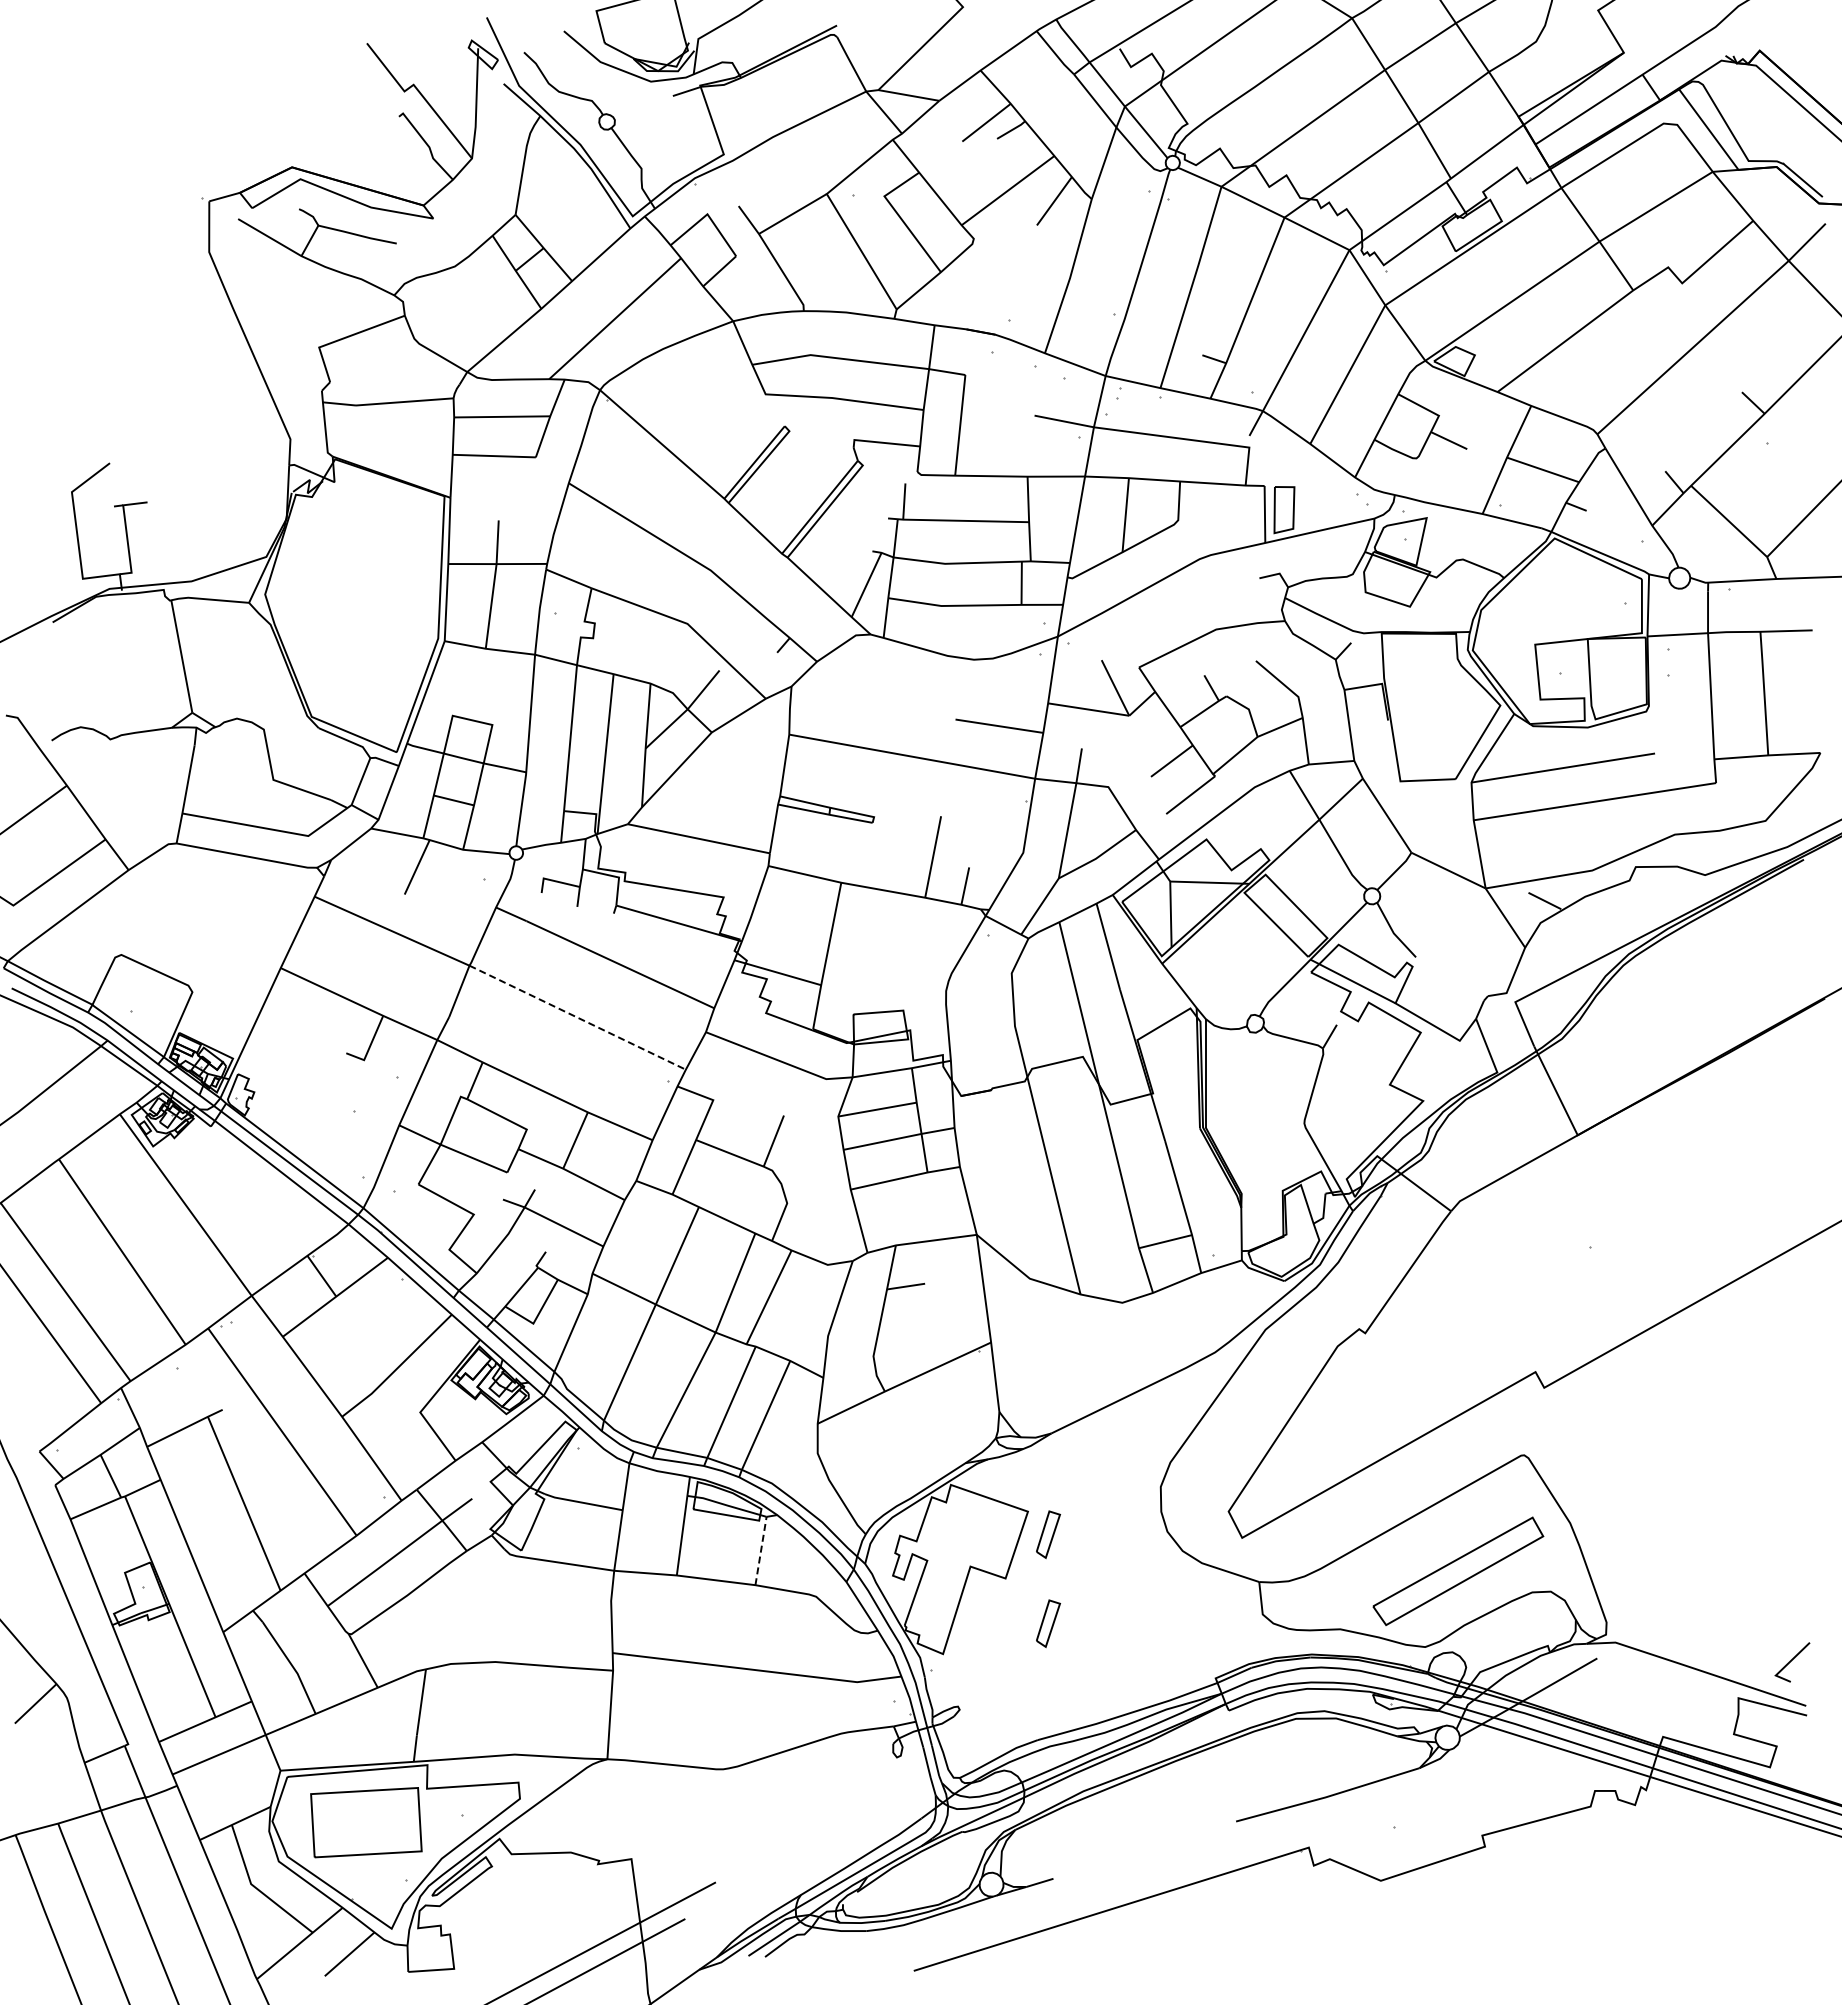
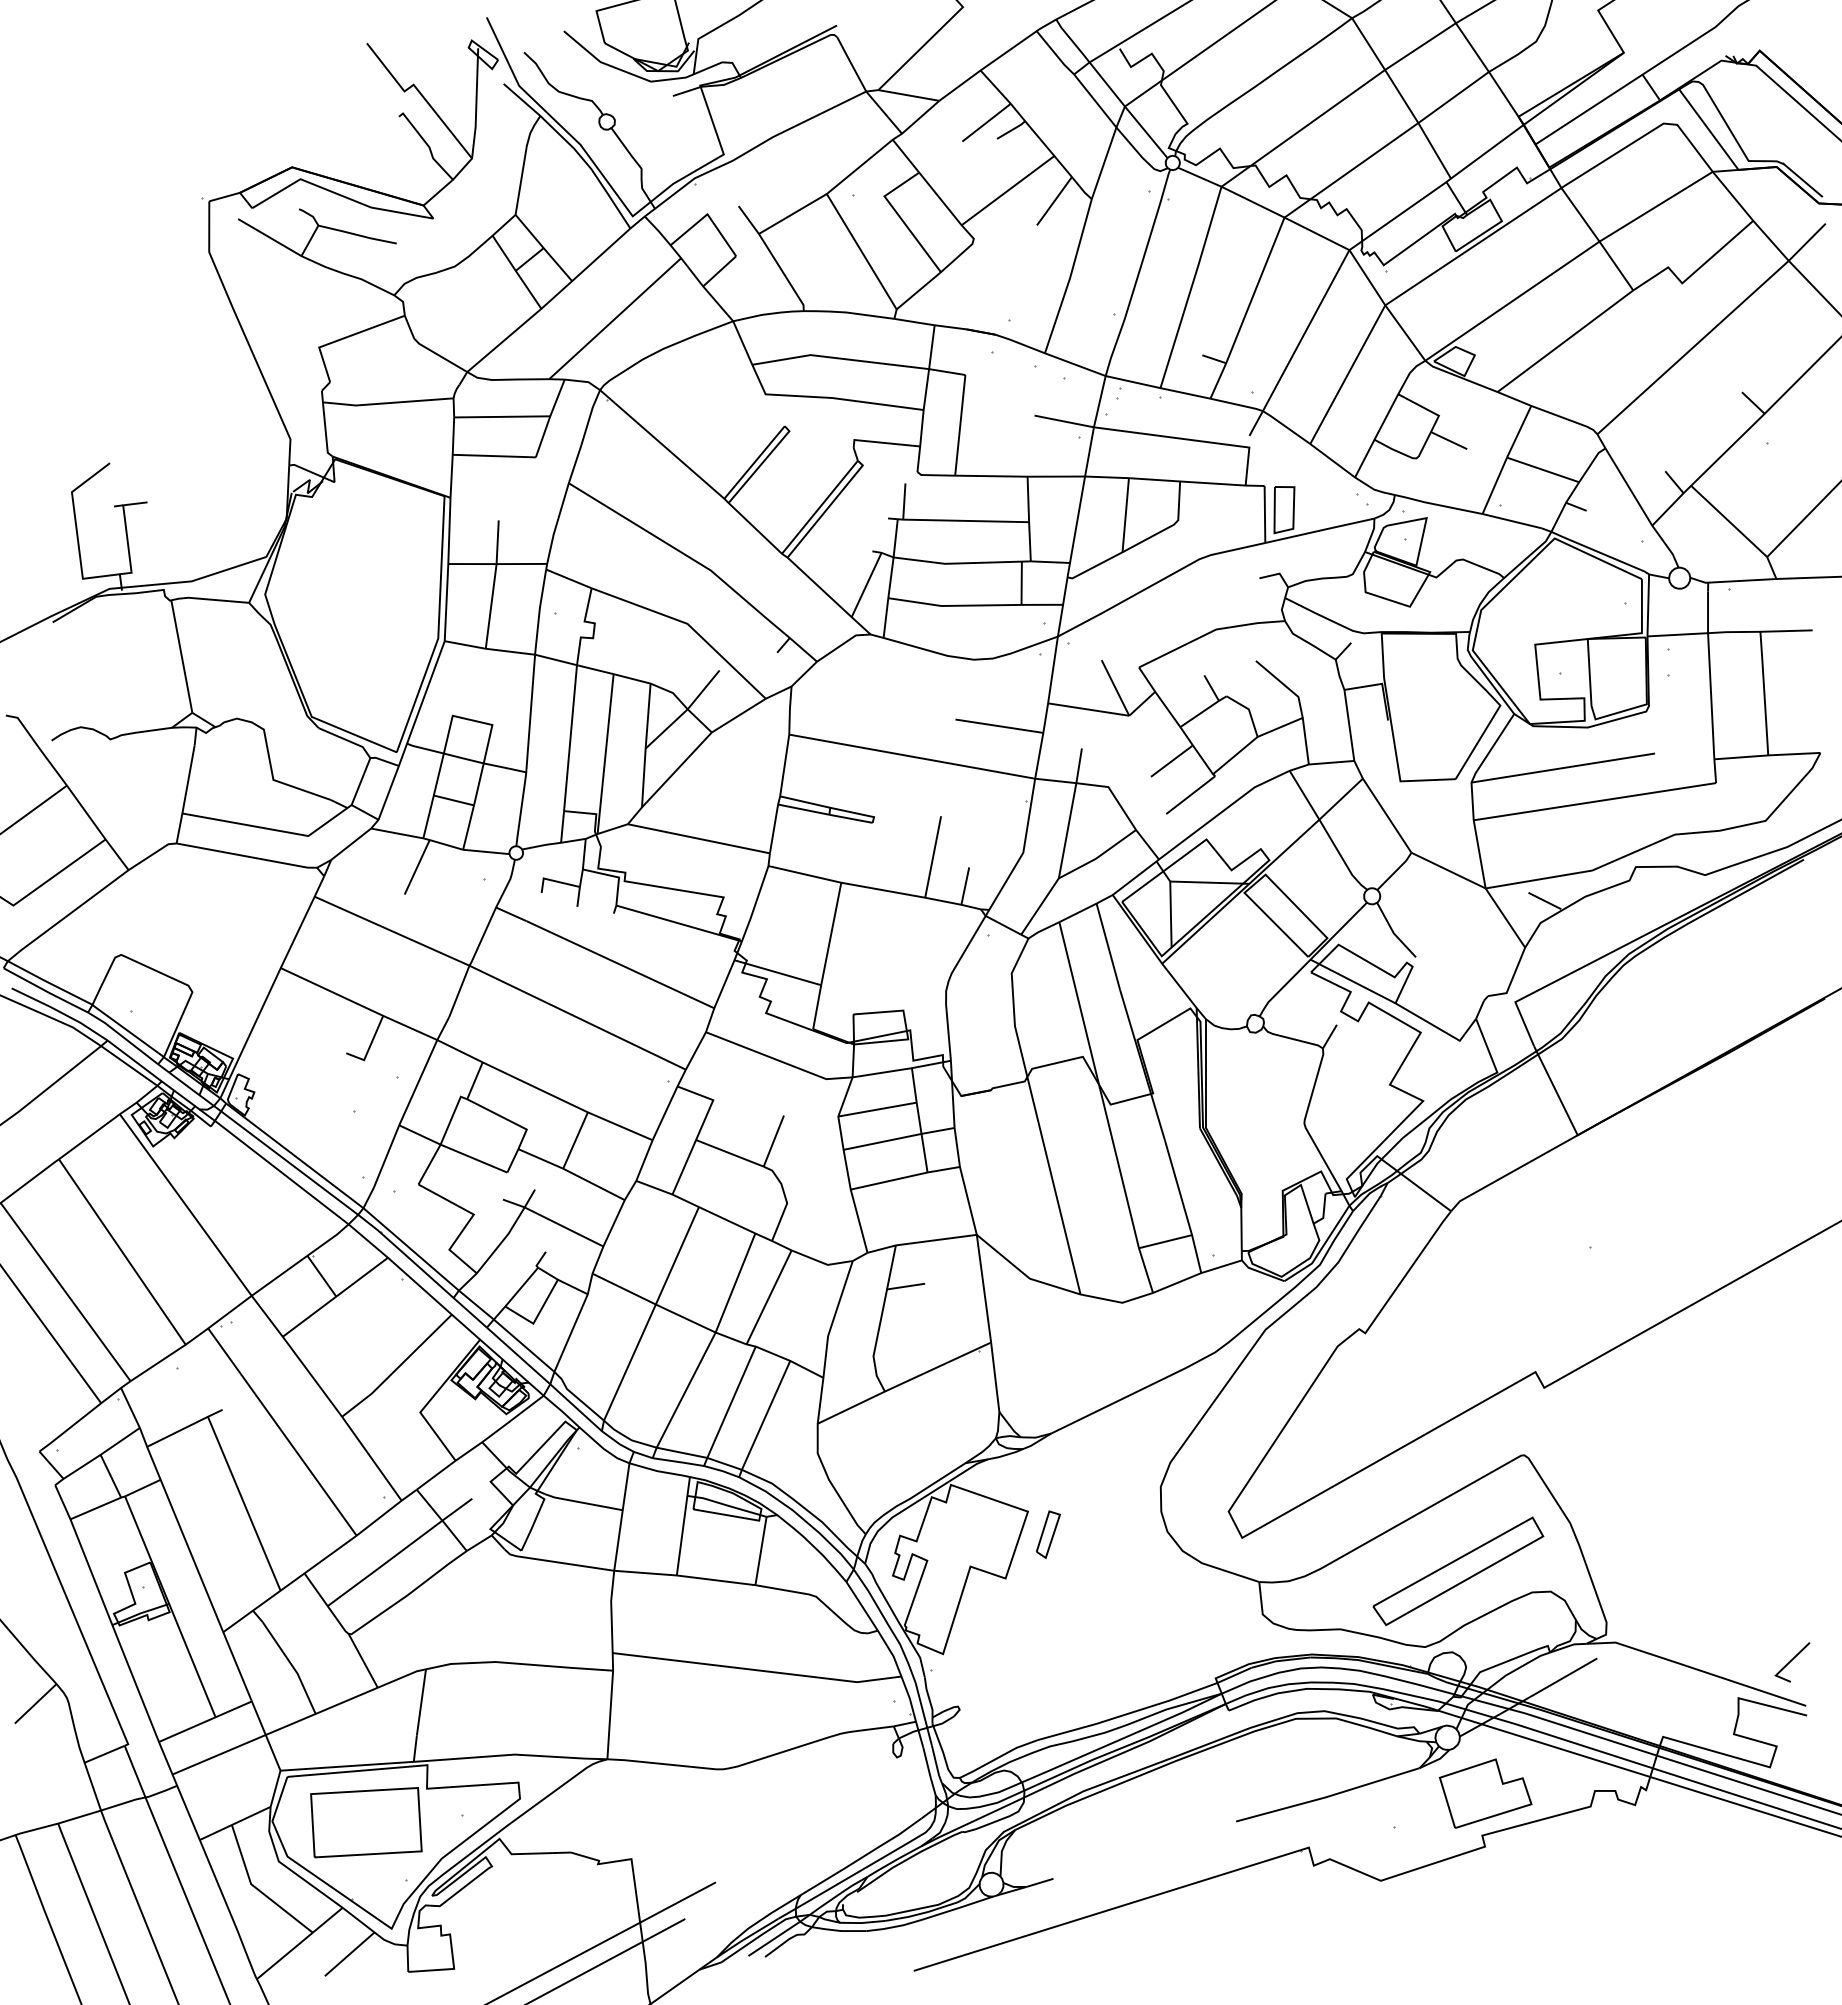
line at (578, 1017): dashed -> solid
line at (761, 1551): dashed -> solid
part at (1048, 1623): present -> none
part at (1485, 1793): none -> present
